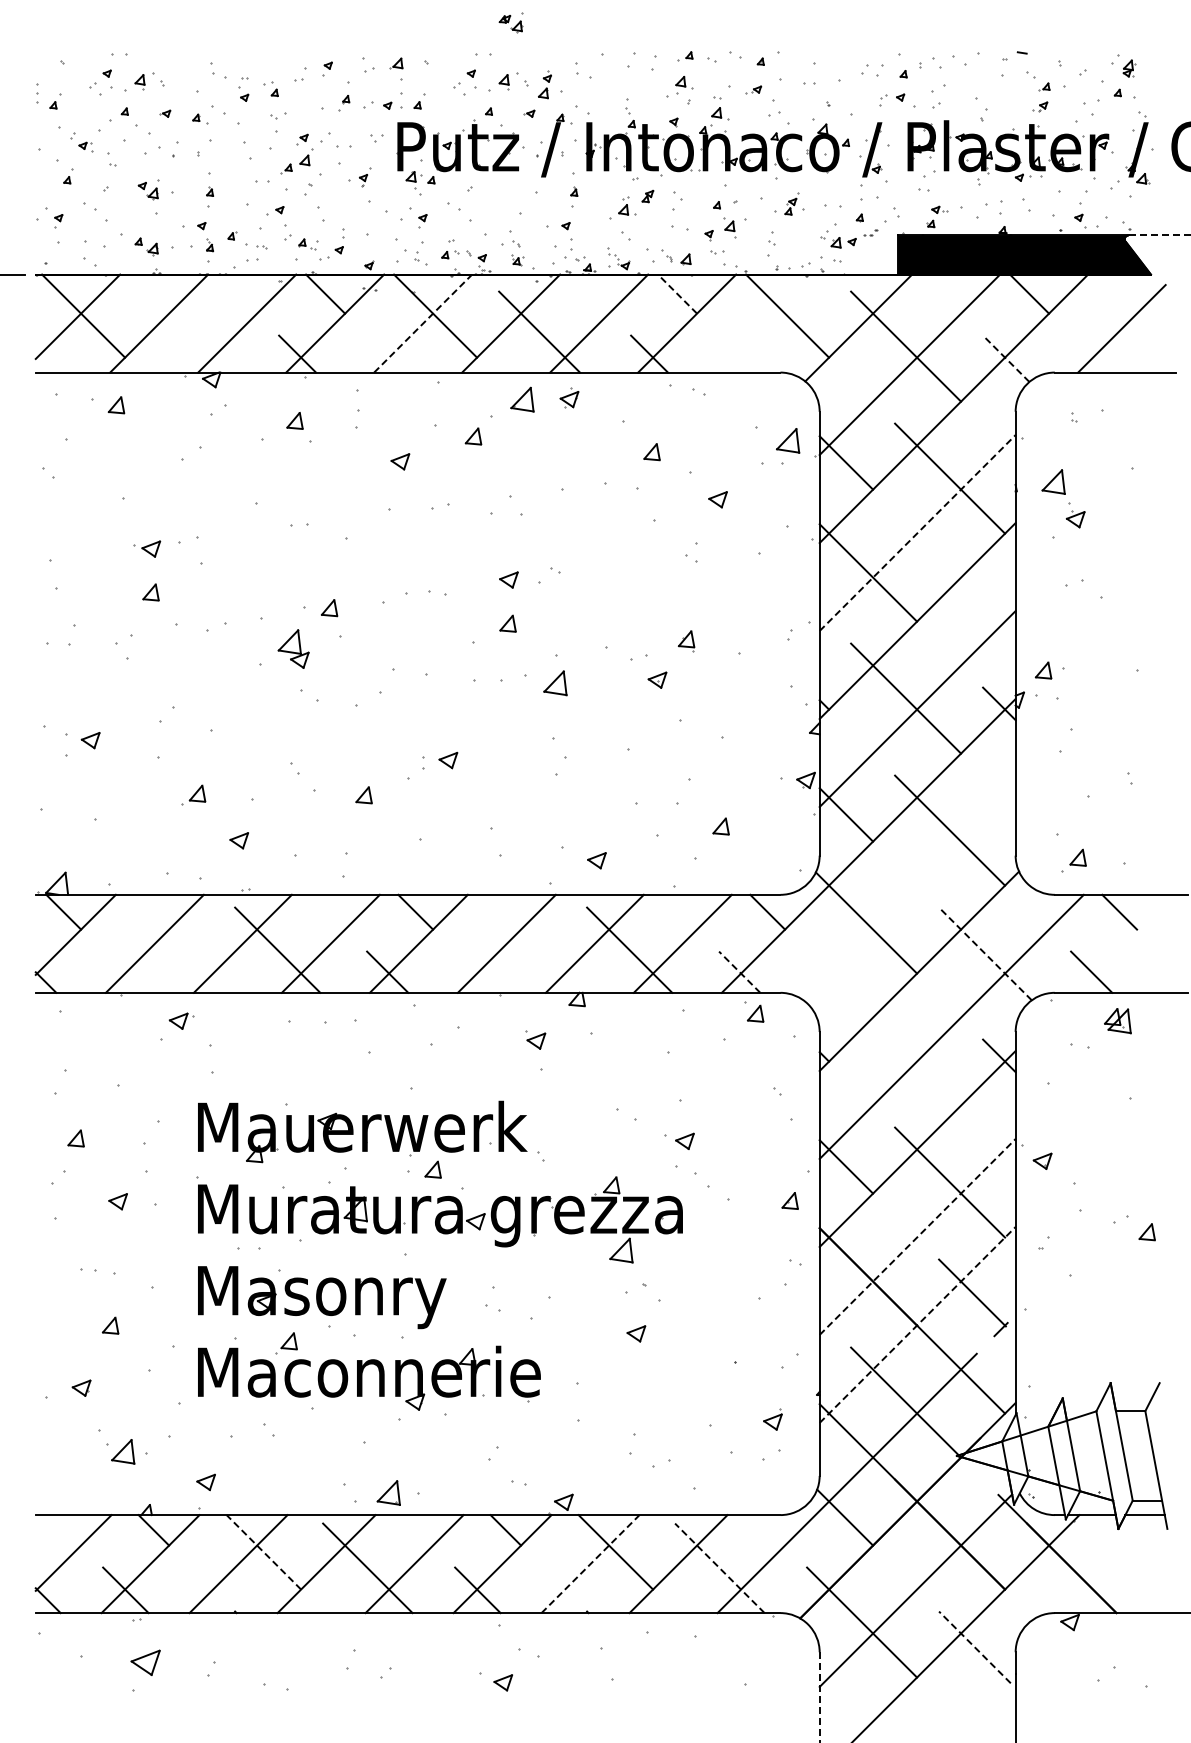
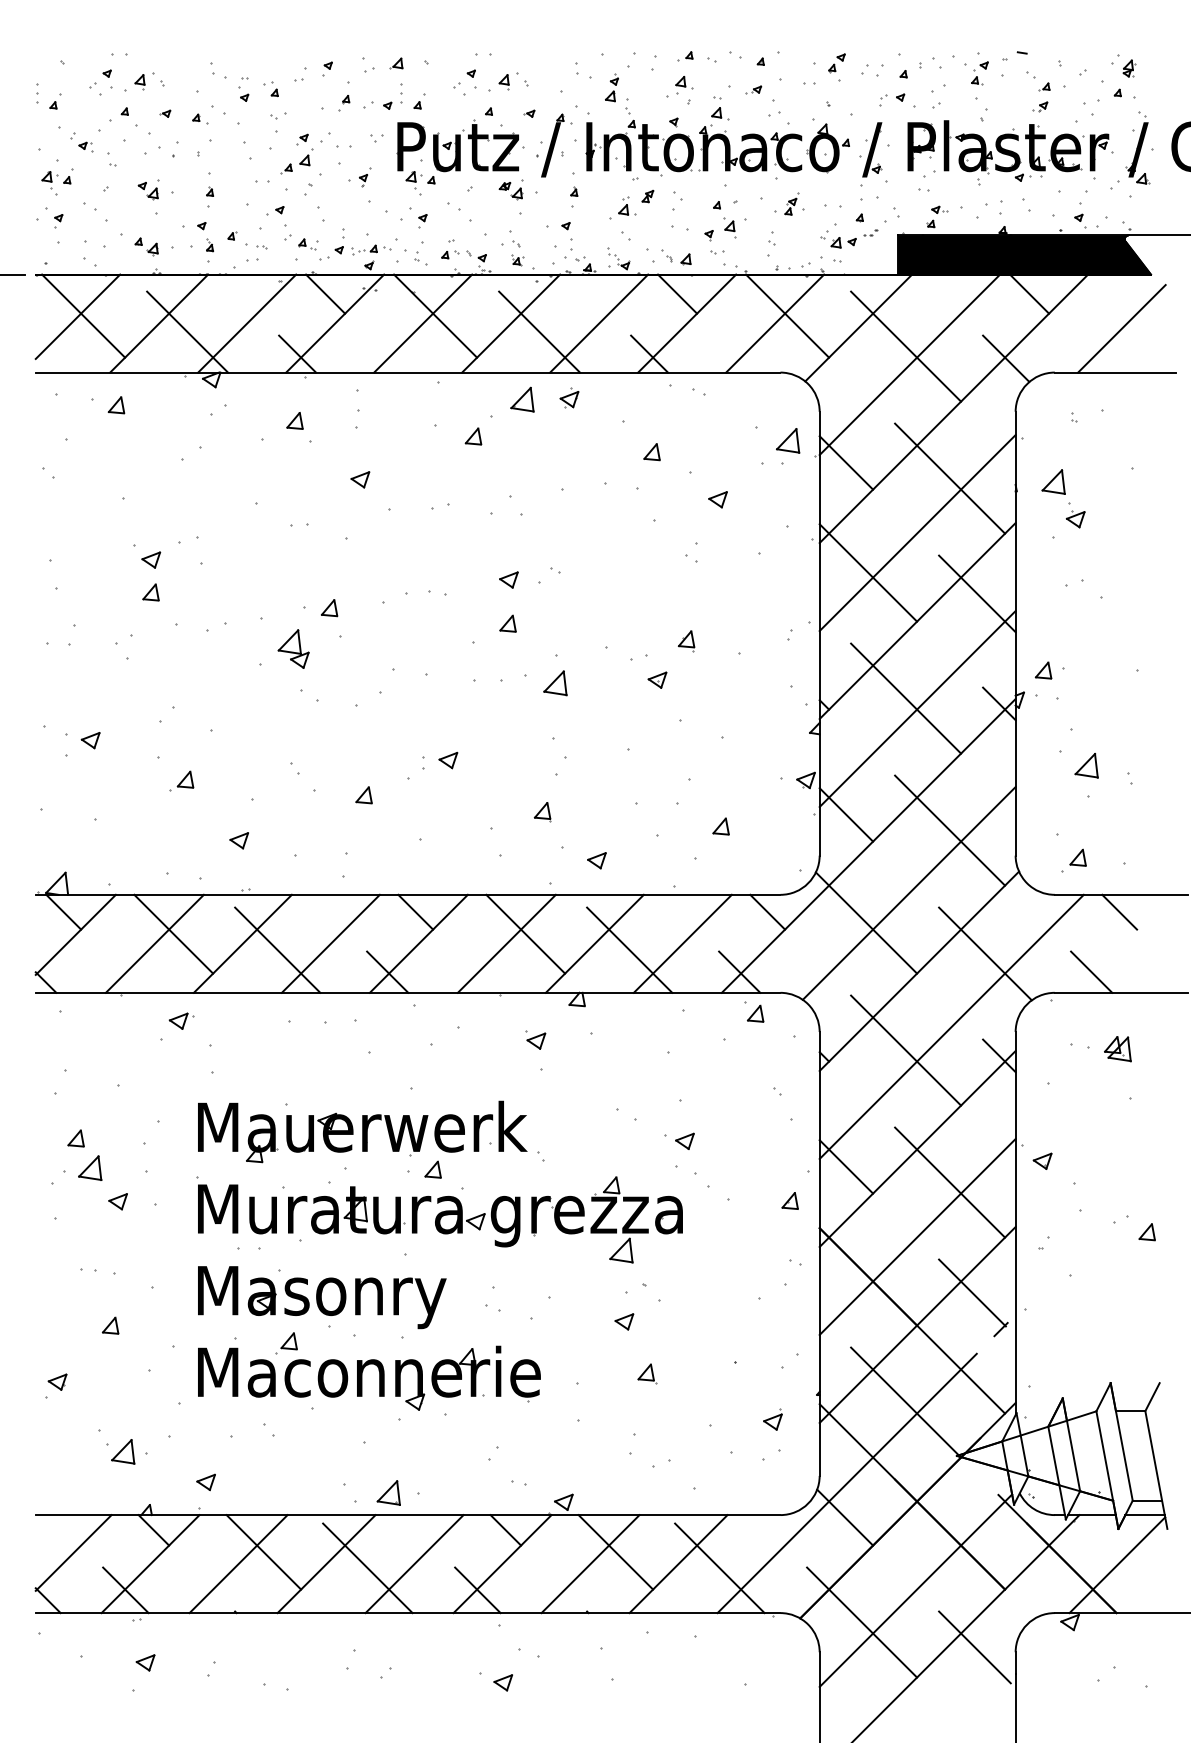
part at (510, 22) position: (510, 22) -> (510, 189)
part at (836, 63): none -> present
part at (979, 73): none -> present
part at (544, 84) position: (544, 84) -> (611, 87)
part at (401, 93) size: 3x31 px -> 3x21 px
part at (49, 183): none -> present
line at (1159, 235): dashed -> solid
part at (371, 249): none -> present
line at (677, 294): dashed -> solid
line at (423, 323): dashed -> solid
line at (775, 323): none -> present
line at (187, 331): none -> present
line at (1006, 358): dashed -> solid
part at (400, 461) position: (400, 461) -> (360, 479)
line at (917, 533): dashed -> solid
part at (151, 548) position: (151, 548) -> (151, 559)
line at (977, 593): none -> present
part at (1086, 765): none -> present
part at (193, 794) position: (193, 794) -> (181, 780)
part at (542, 812): none -> present
line at (908, 893): none -> present
line at (173, 933): none -> present
line at (525, 933): none -> present
line at (985, 953): dashed -> solid
line at (739, 971): dashed -> solid
part at (1117, 1021) position: (1117, 1021) -> (1117, 1049)
line at (906, 1050): none -> present
part at (90, 1167): none -> present
line at (917, 1236): dashed -> solid
line at (917, 1324): dashed -> solid
part at (636, 1333) position: (636, 1333) -> (624, 1321)
part at (647, 1373): none -> present
part at (81, 1387) position: (81, 1387) -> (57, 1381)
line at (263, 1552): dashed -> solid
line at (590, 1563): dashed -> solid
line at (1117, 1565): none -> present
line at (719, 1567): dashed -> solid
line at (974, 1647): dashed -> solid
part at (145, 1662) size: 31x27 px -> 21x18 px
line at (819, 1697): dashed -> solid
